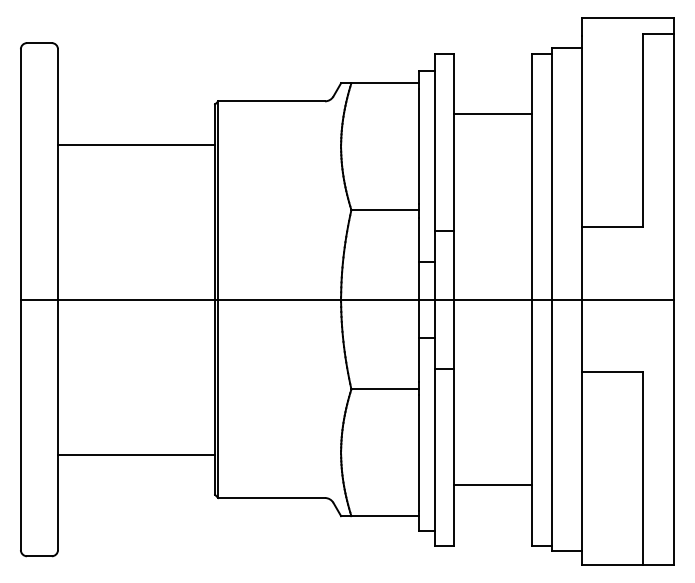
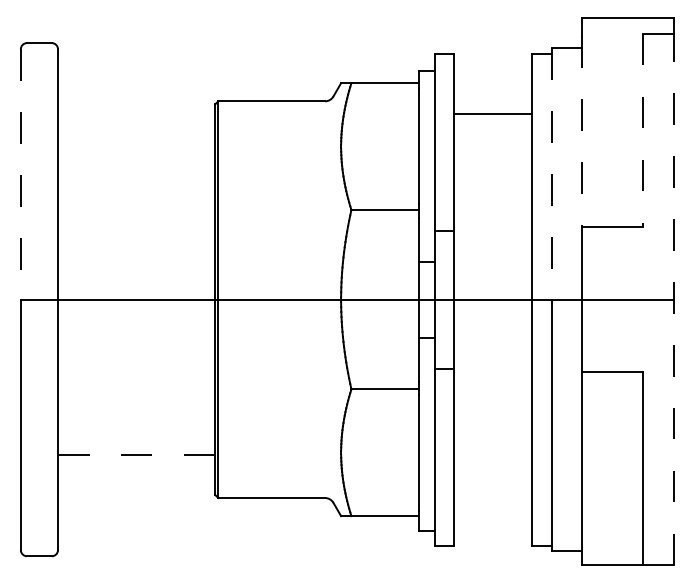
line at (643, 130): solid -> dashed
line at (581, 132): solid -> dashed
line at (136, 144): present -> none
line at (552, 173): solid -> dashed
line at (20, 174): solid -> dashed
line at (674, 299): solid -> dashed
line at (136, 454): solid -> dashed
line at (492, 485): present -> none
